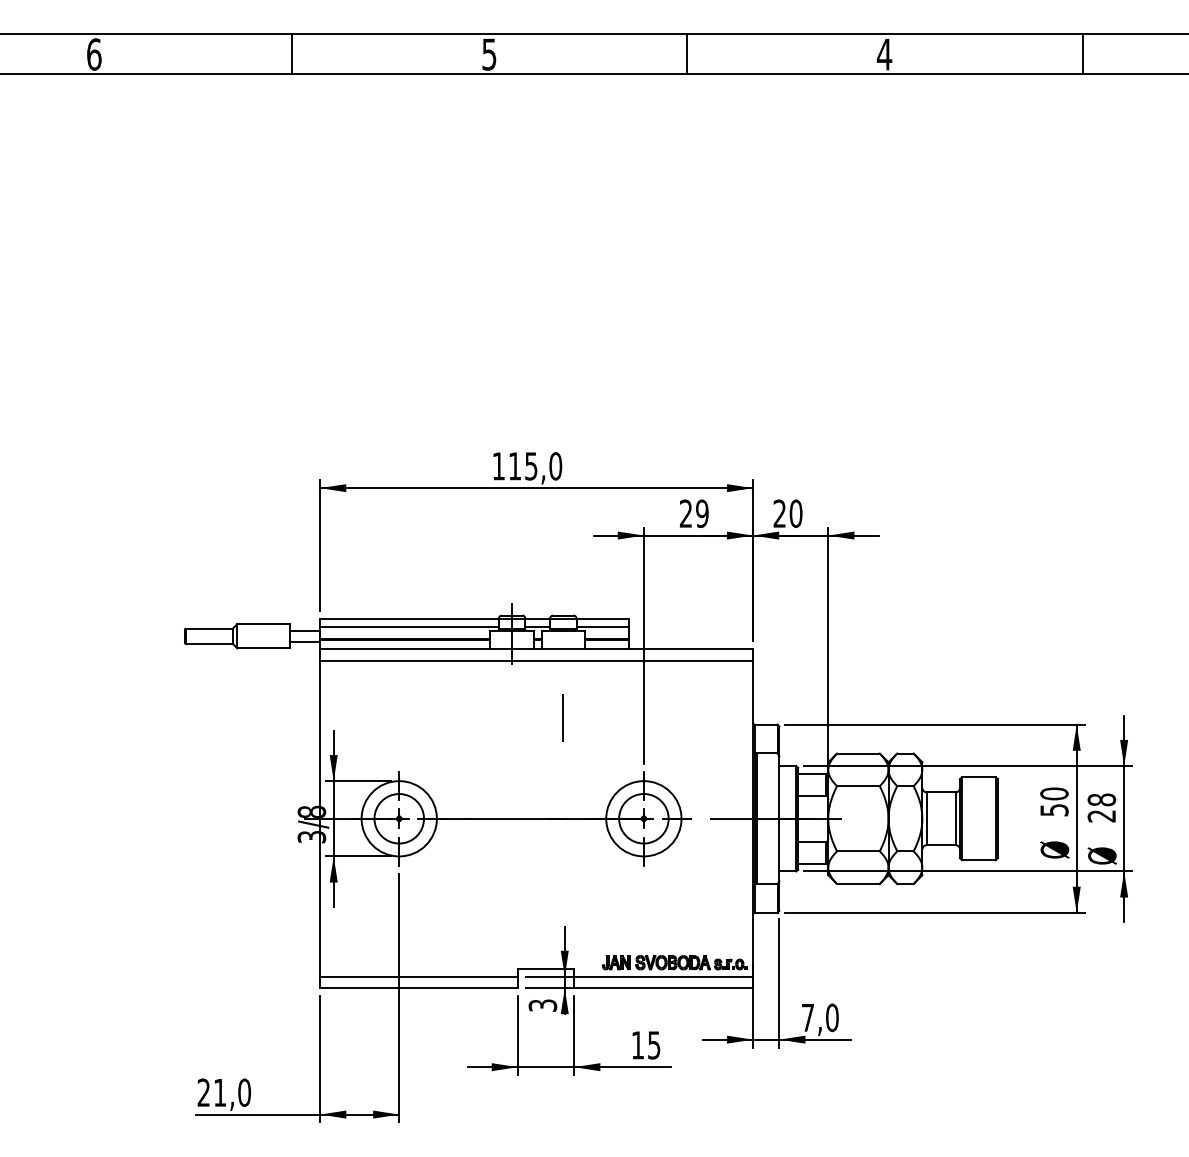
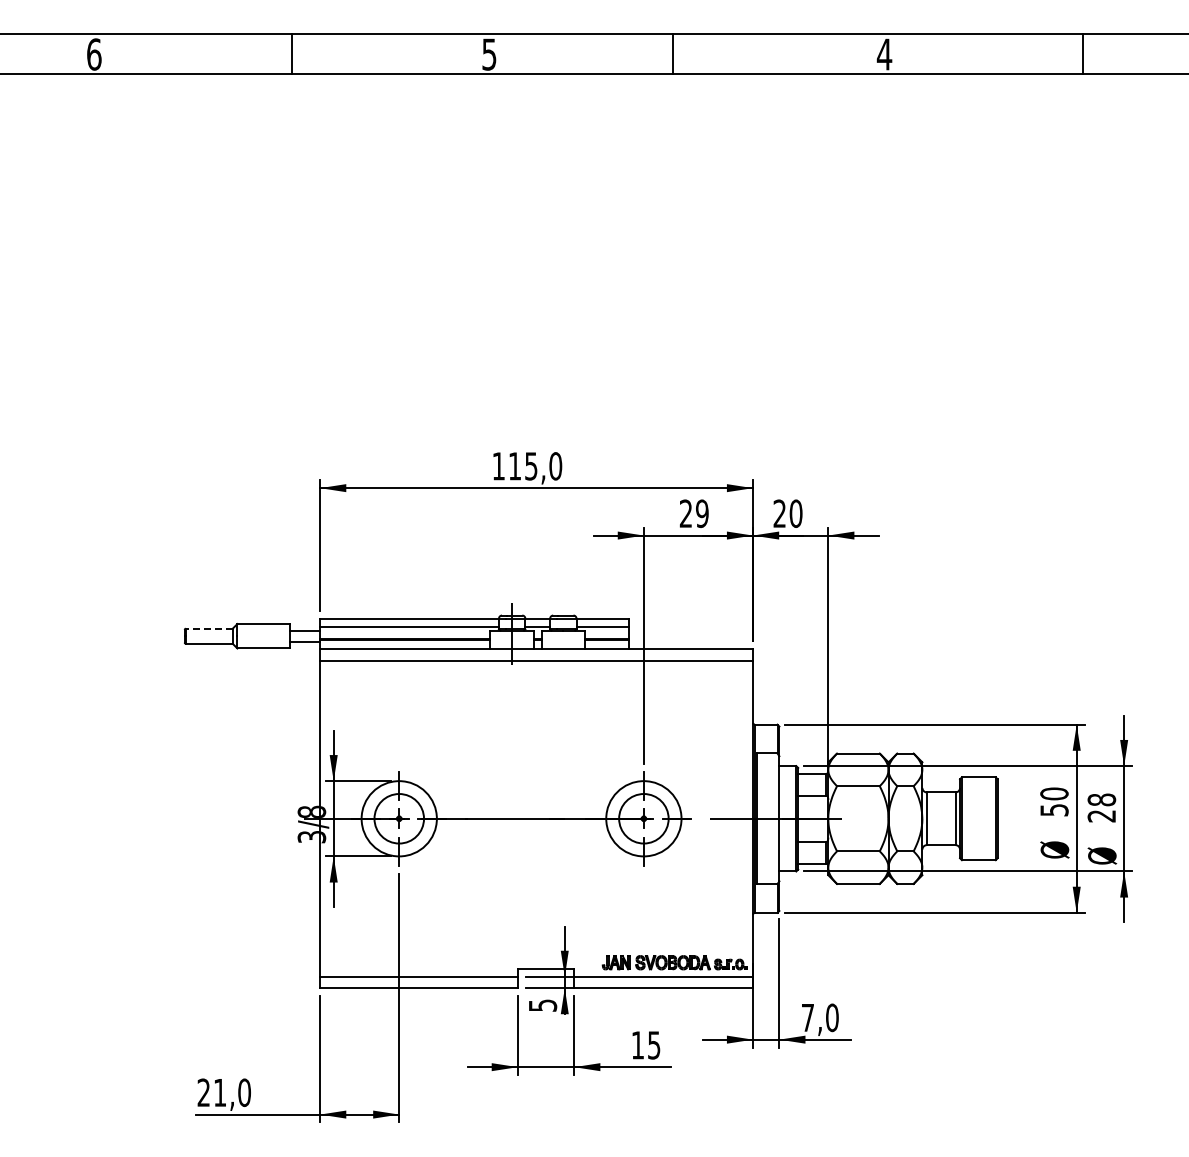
line at (687, 54) position: (687, 54) -> (673, 54)
line at (208, 628): solid -> dashed
line at (562, 717): present -> none
text at (542, 1005): 3 -> 5
